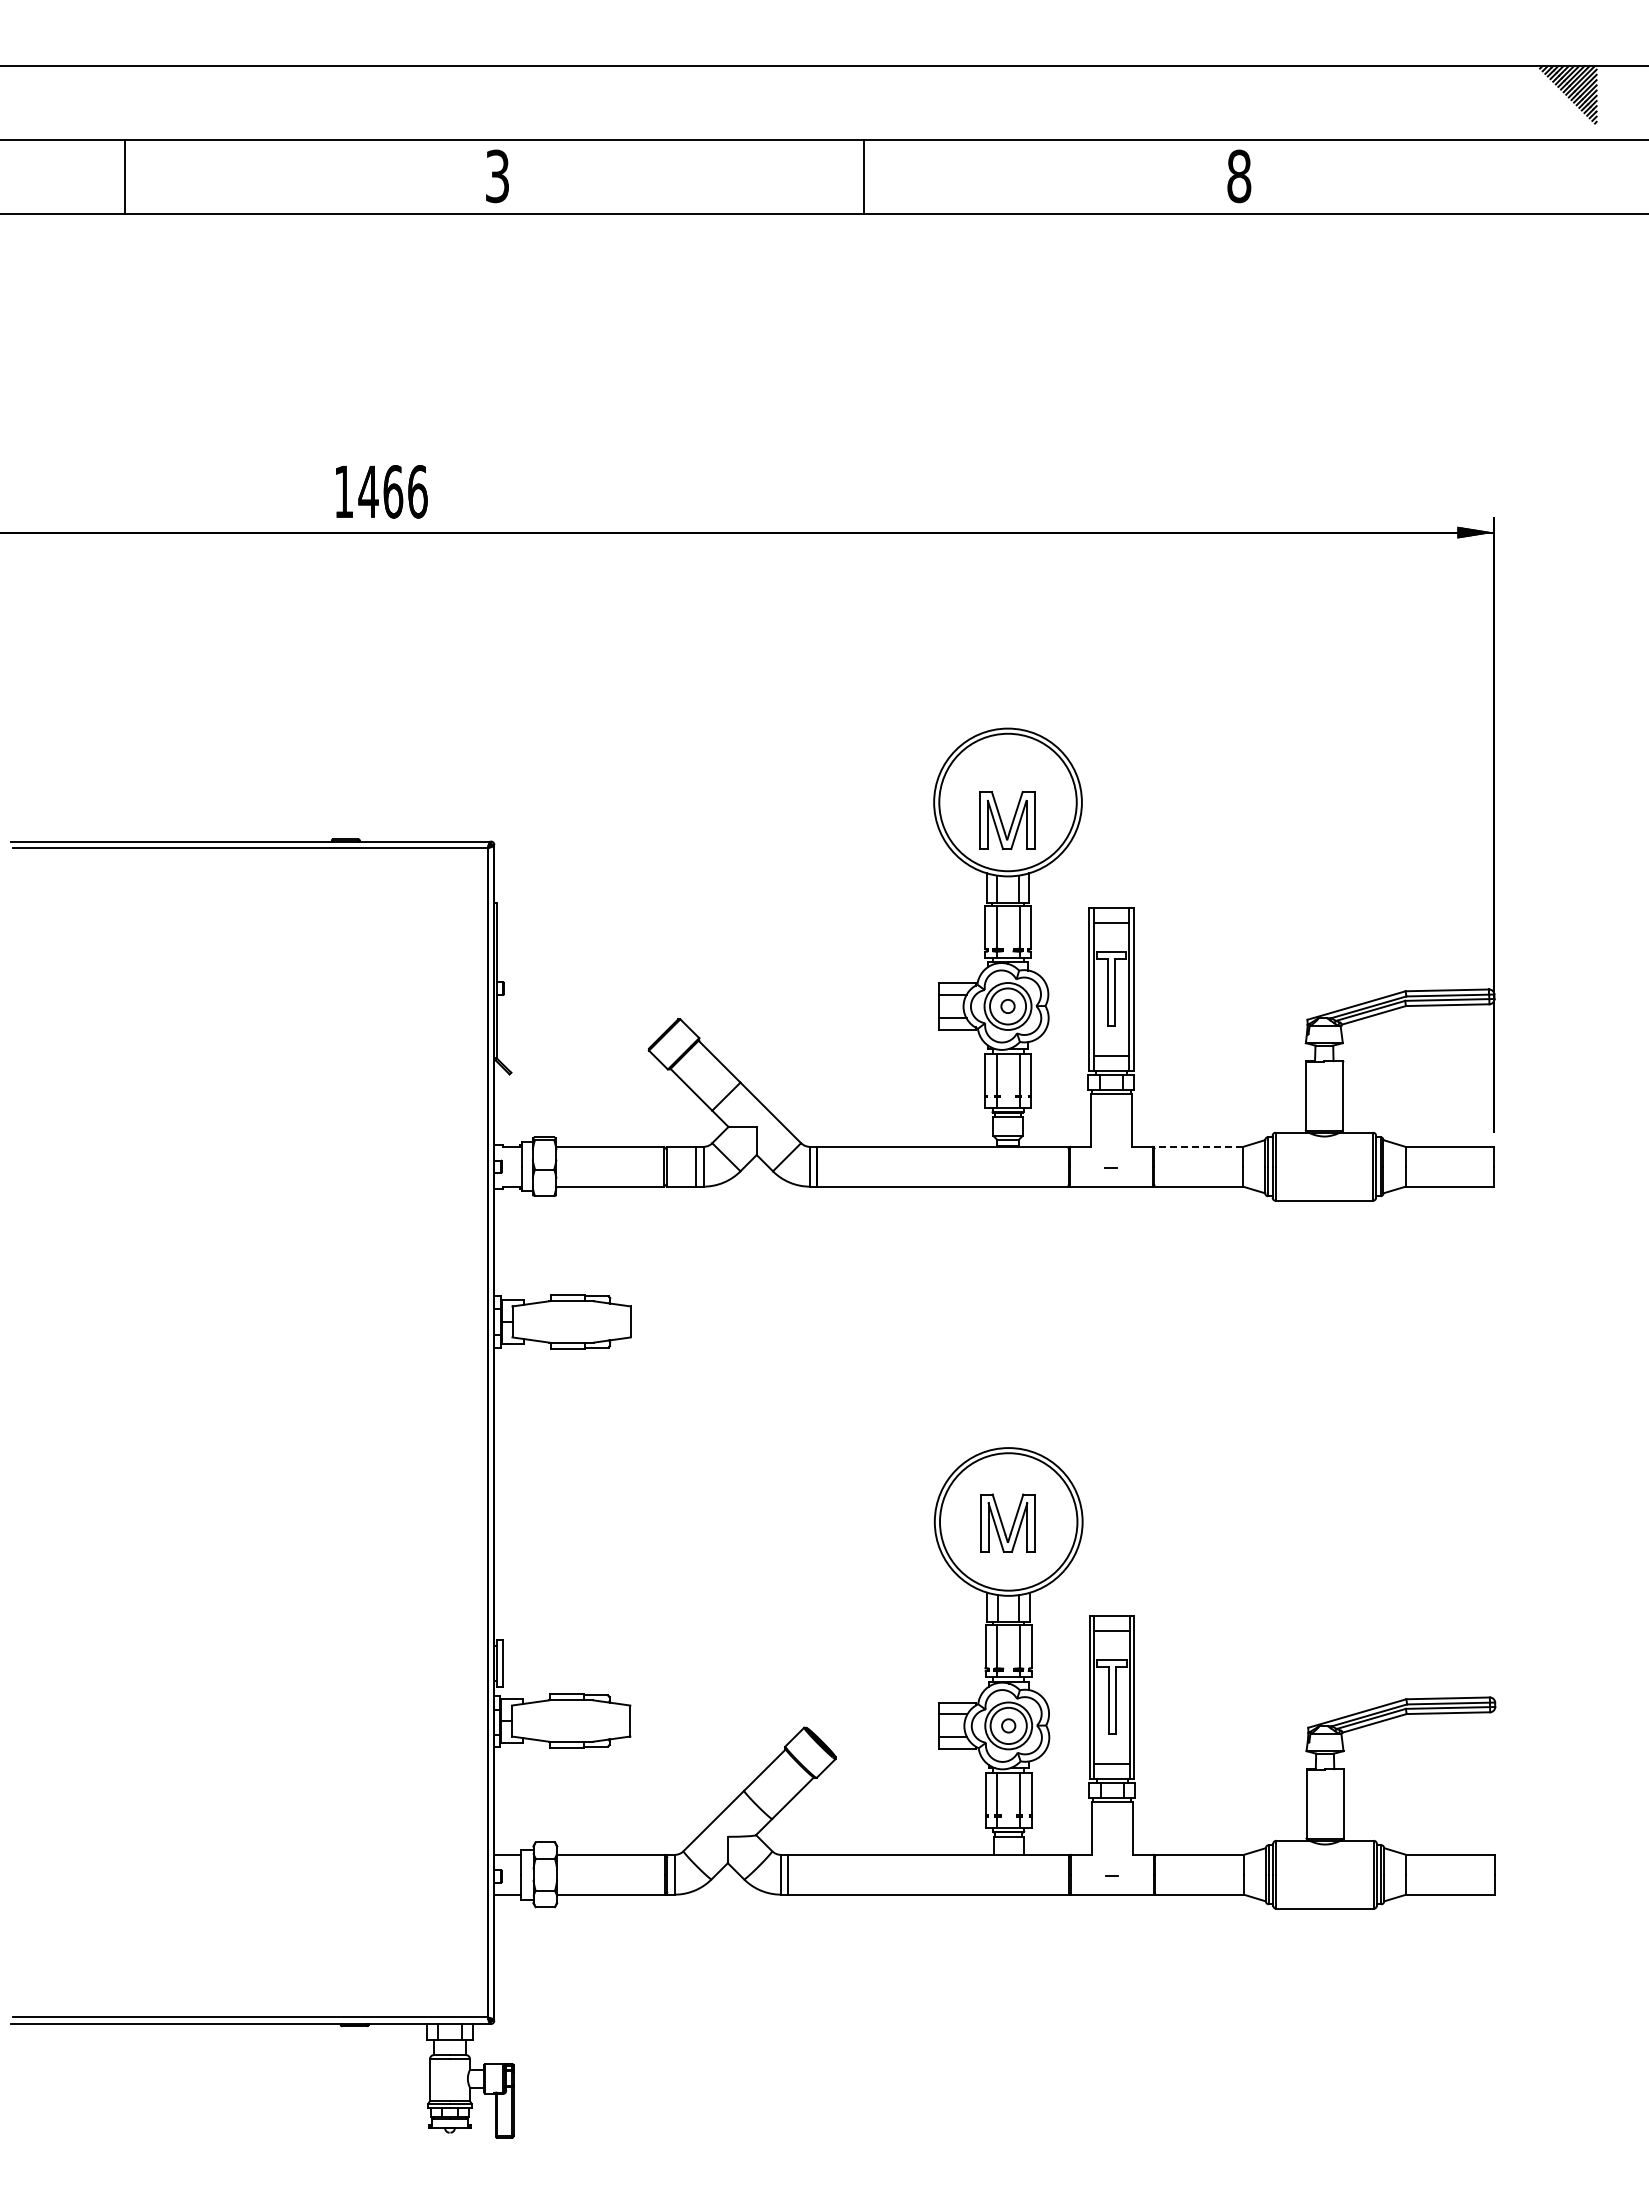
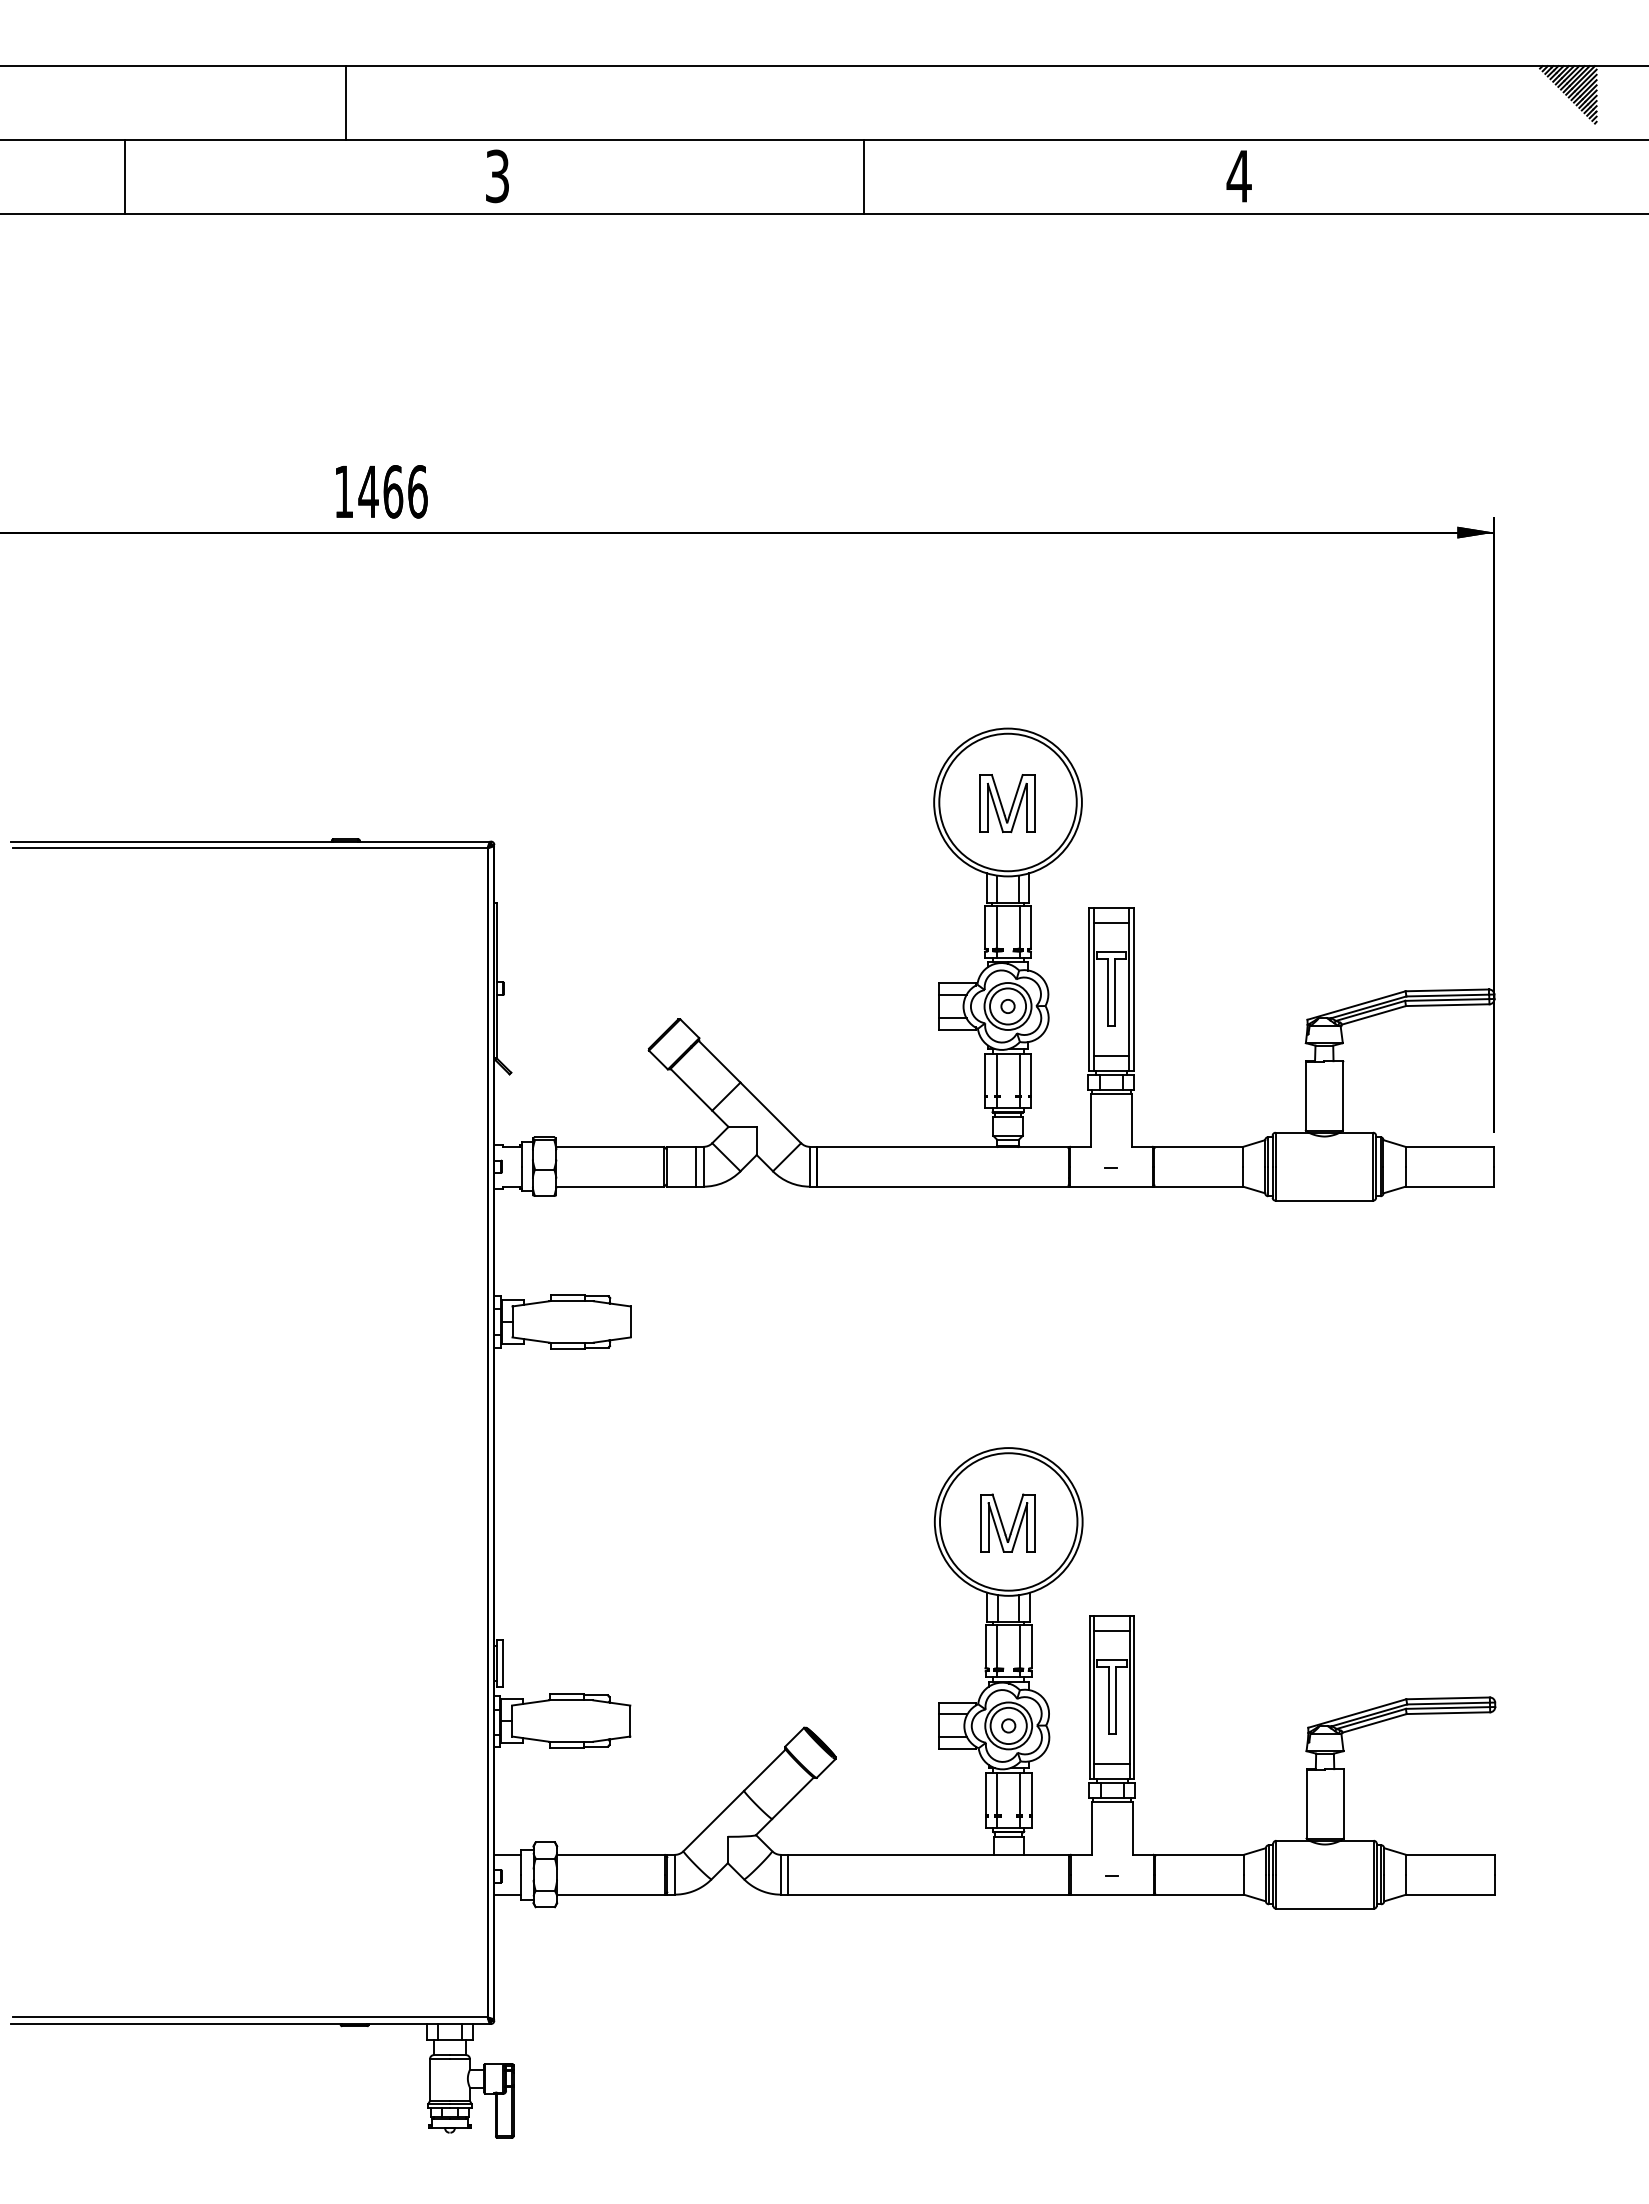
line at (346, 103): none -> present
text at (1238, 176): 8 -> 4
part at (1007, 820) position: (1007, 820) -> (1007, 803)
line at (1198, 1146): dashed -> solid
